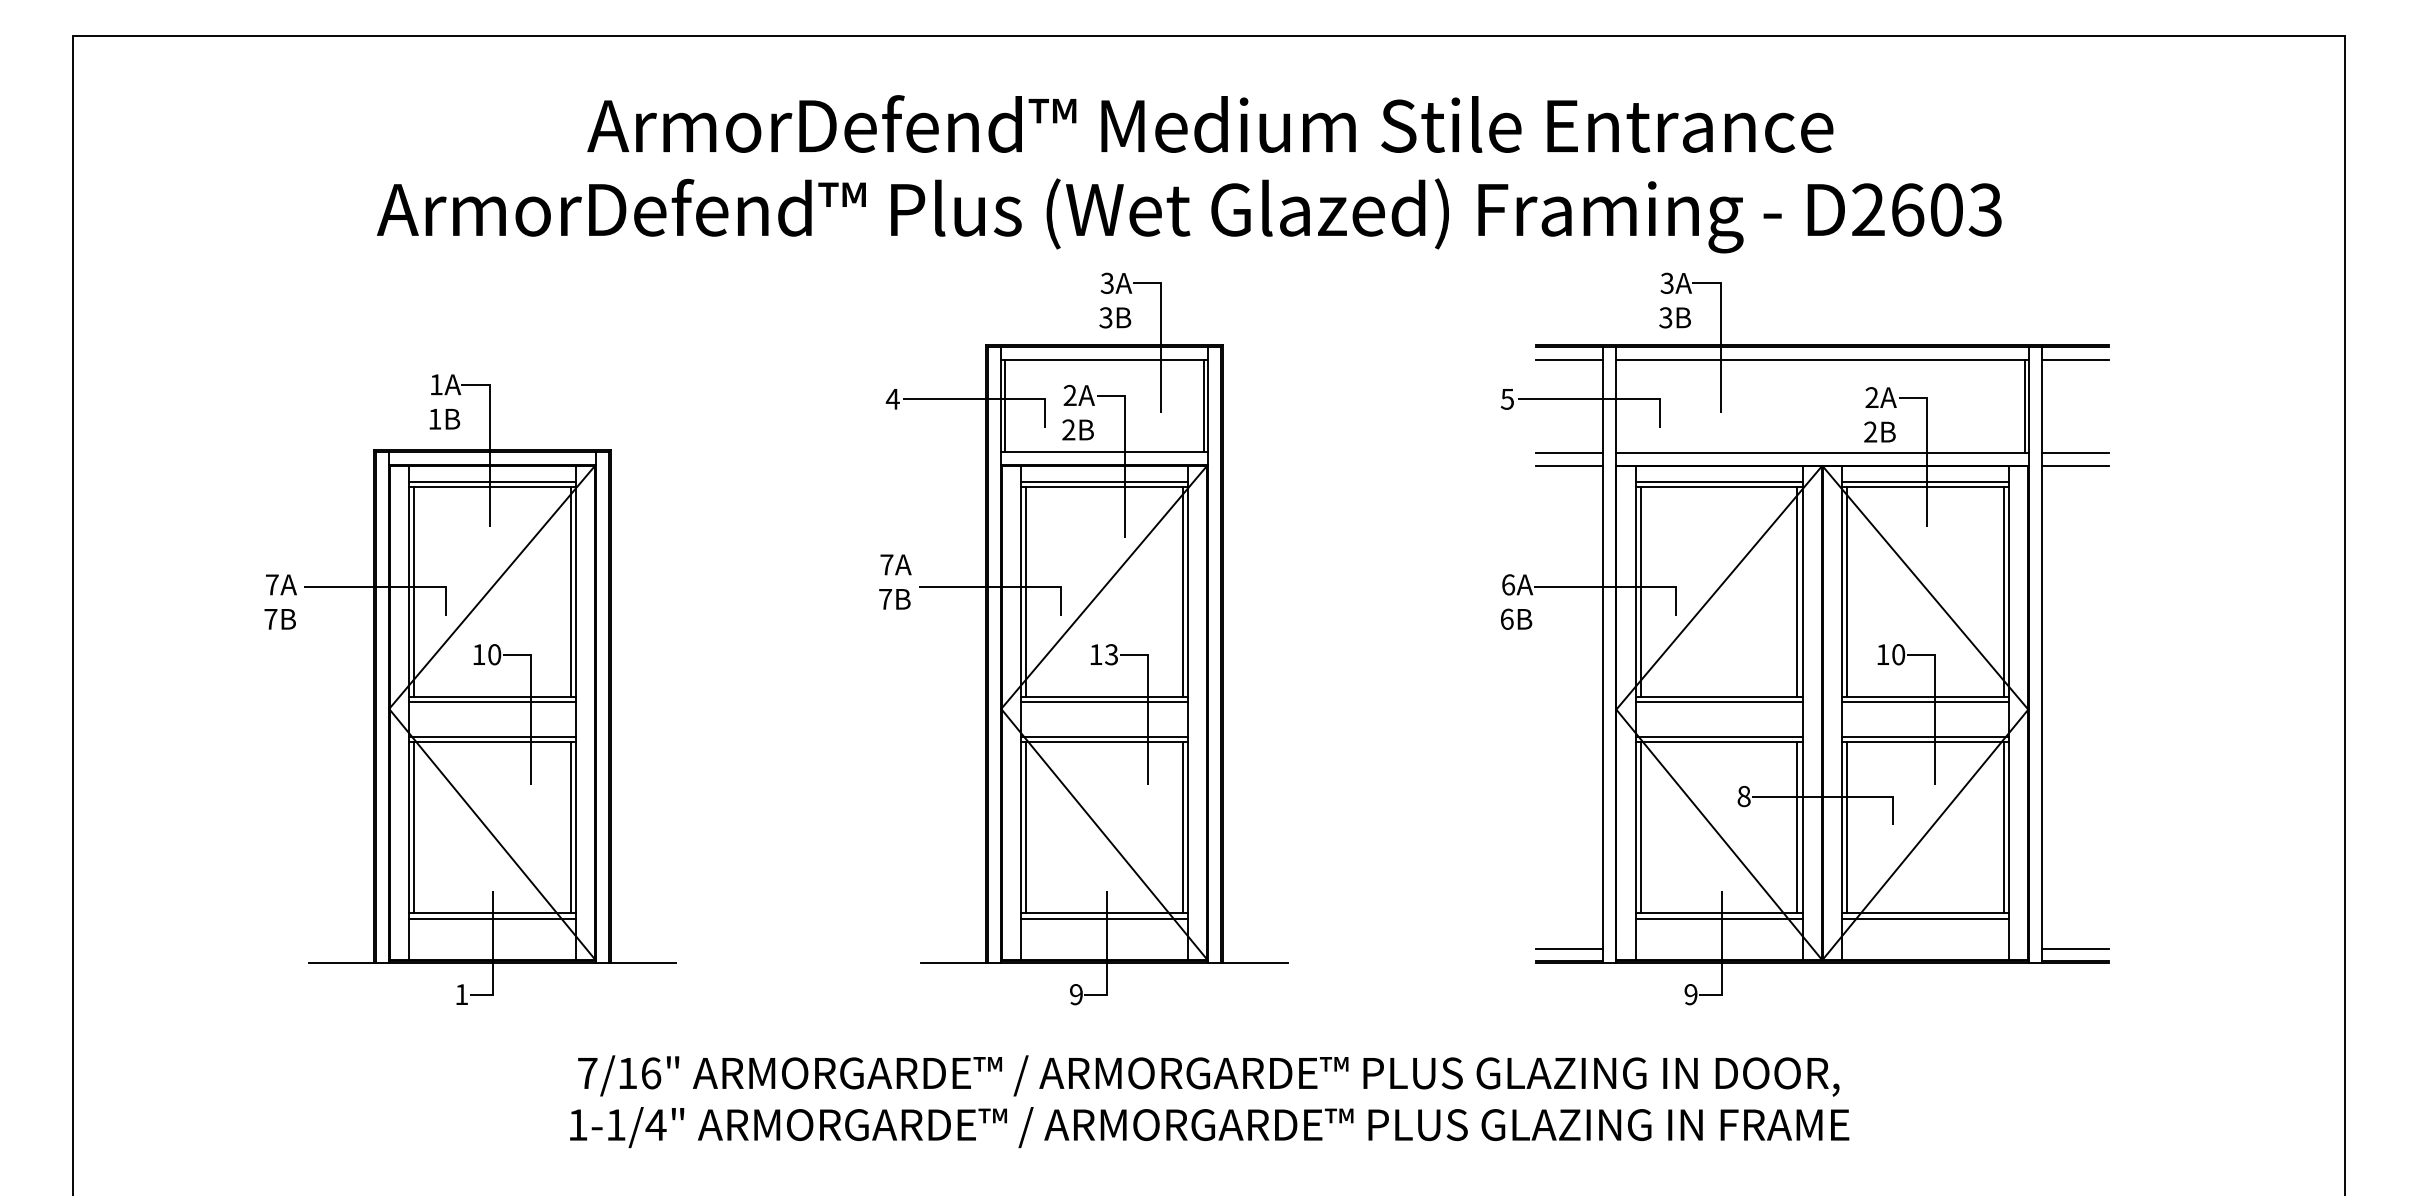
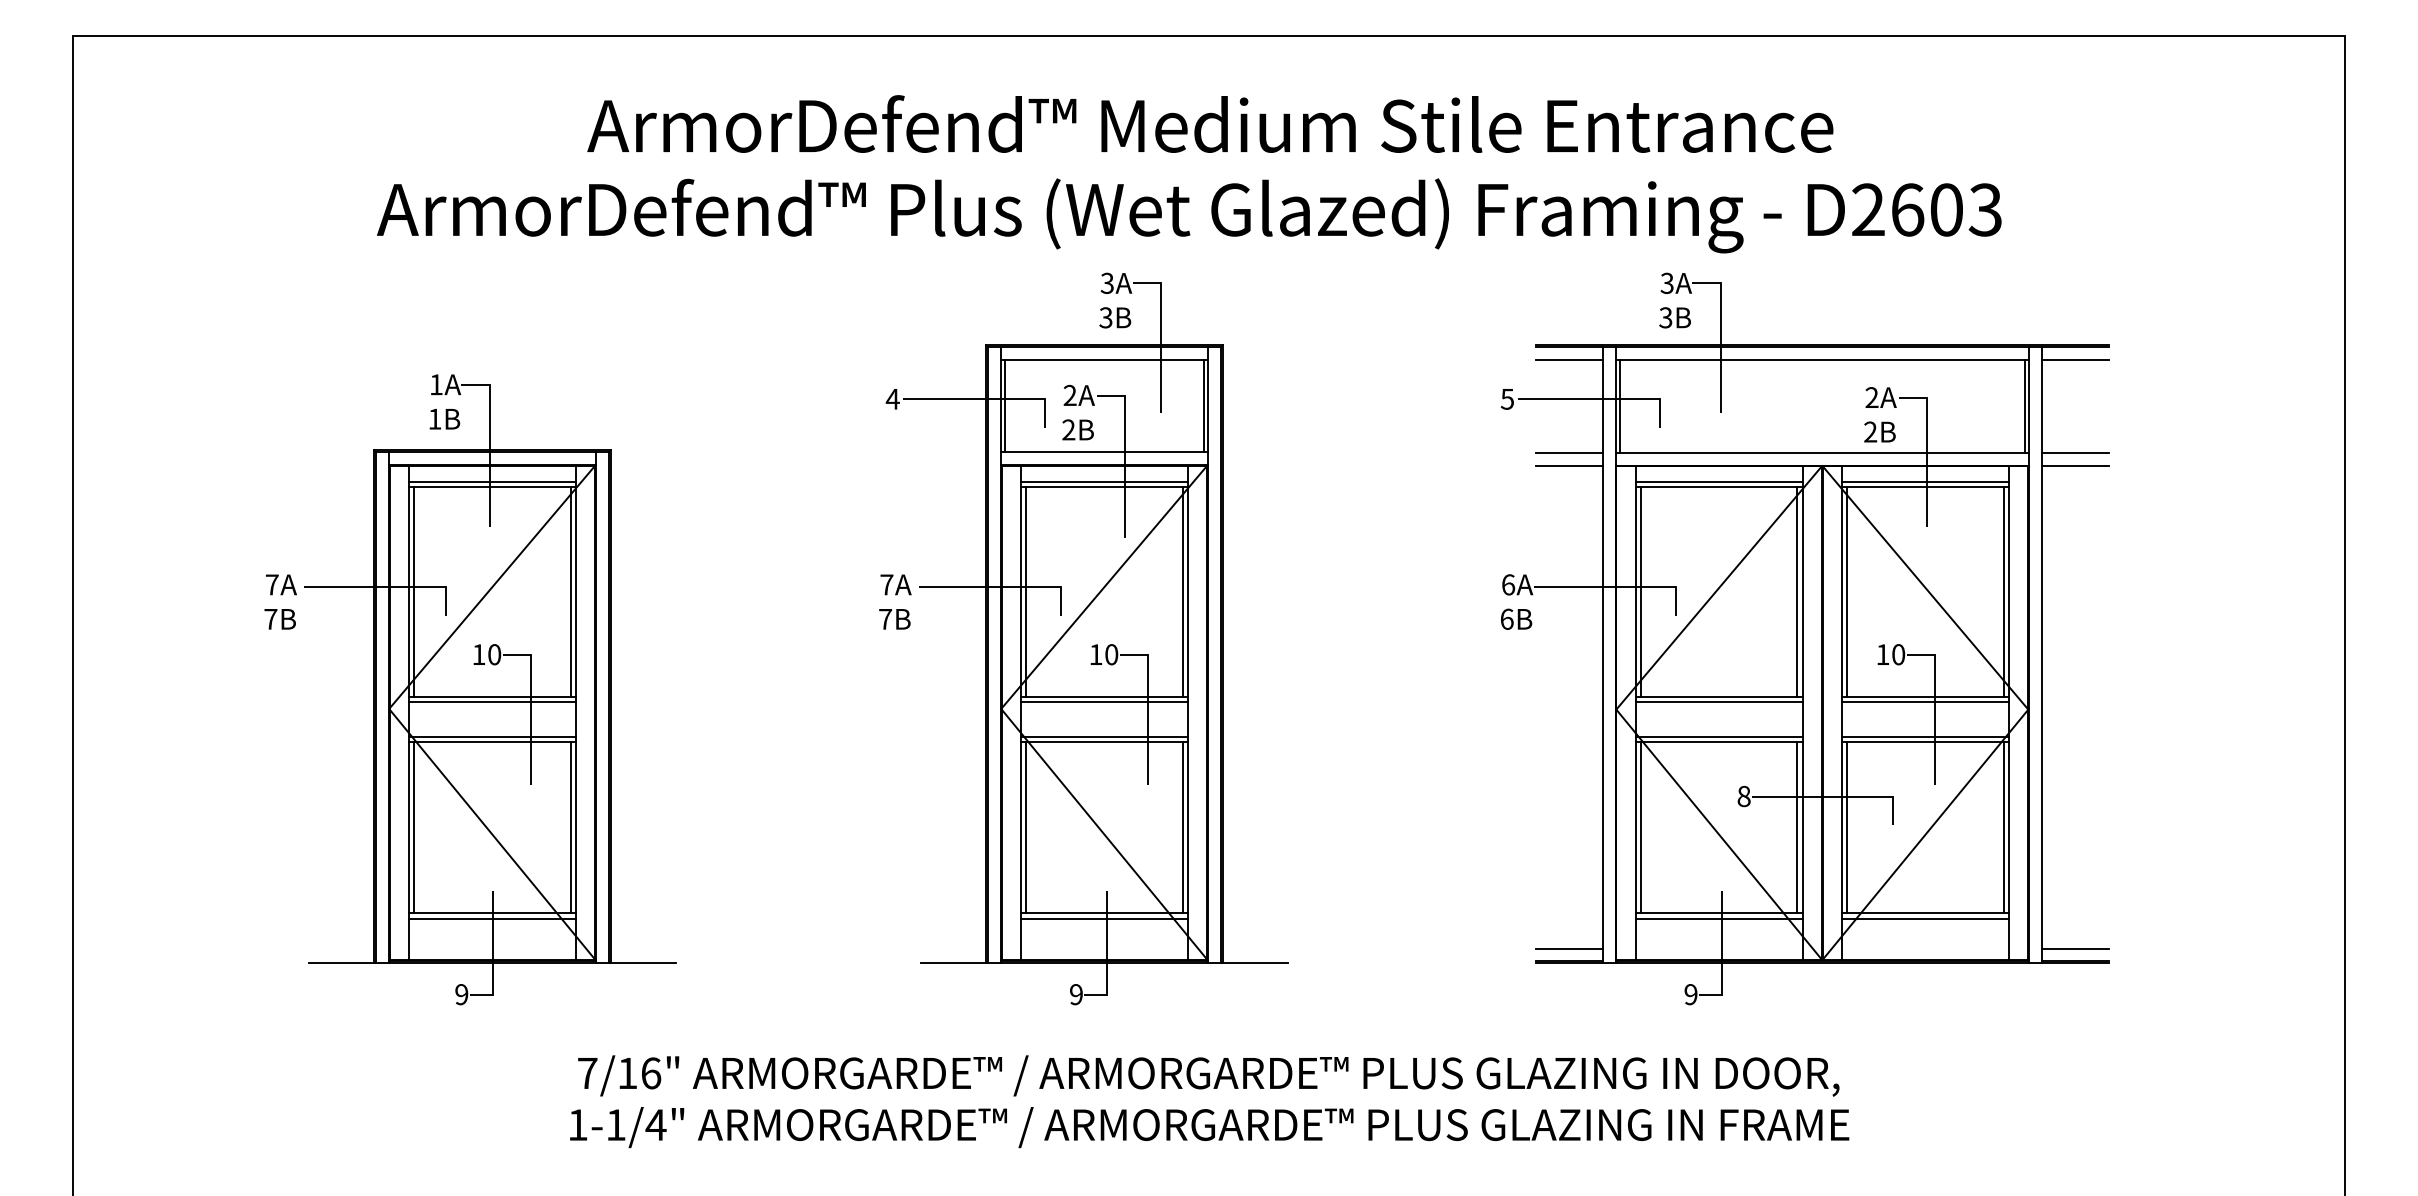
line at (1619, 405): none -> present
text at (895, 581) position: (895, 581) -> (895, 601)
text at (1111, 654): 13 -> 10
text at (461, 994): 1 -> 9
